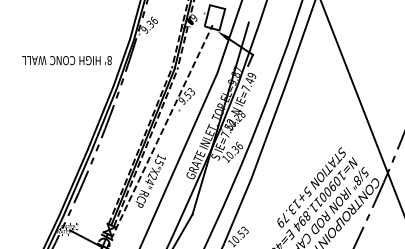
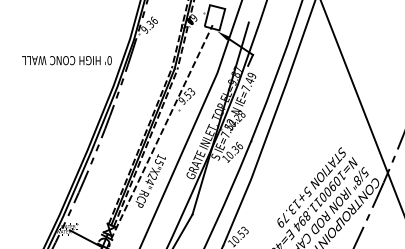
text at (109, 60): 8' -> 0'
